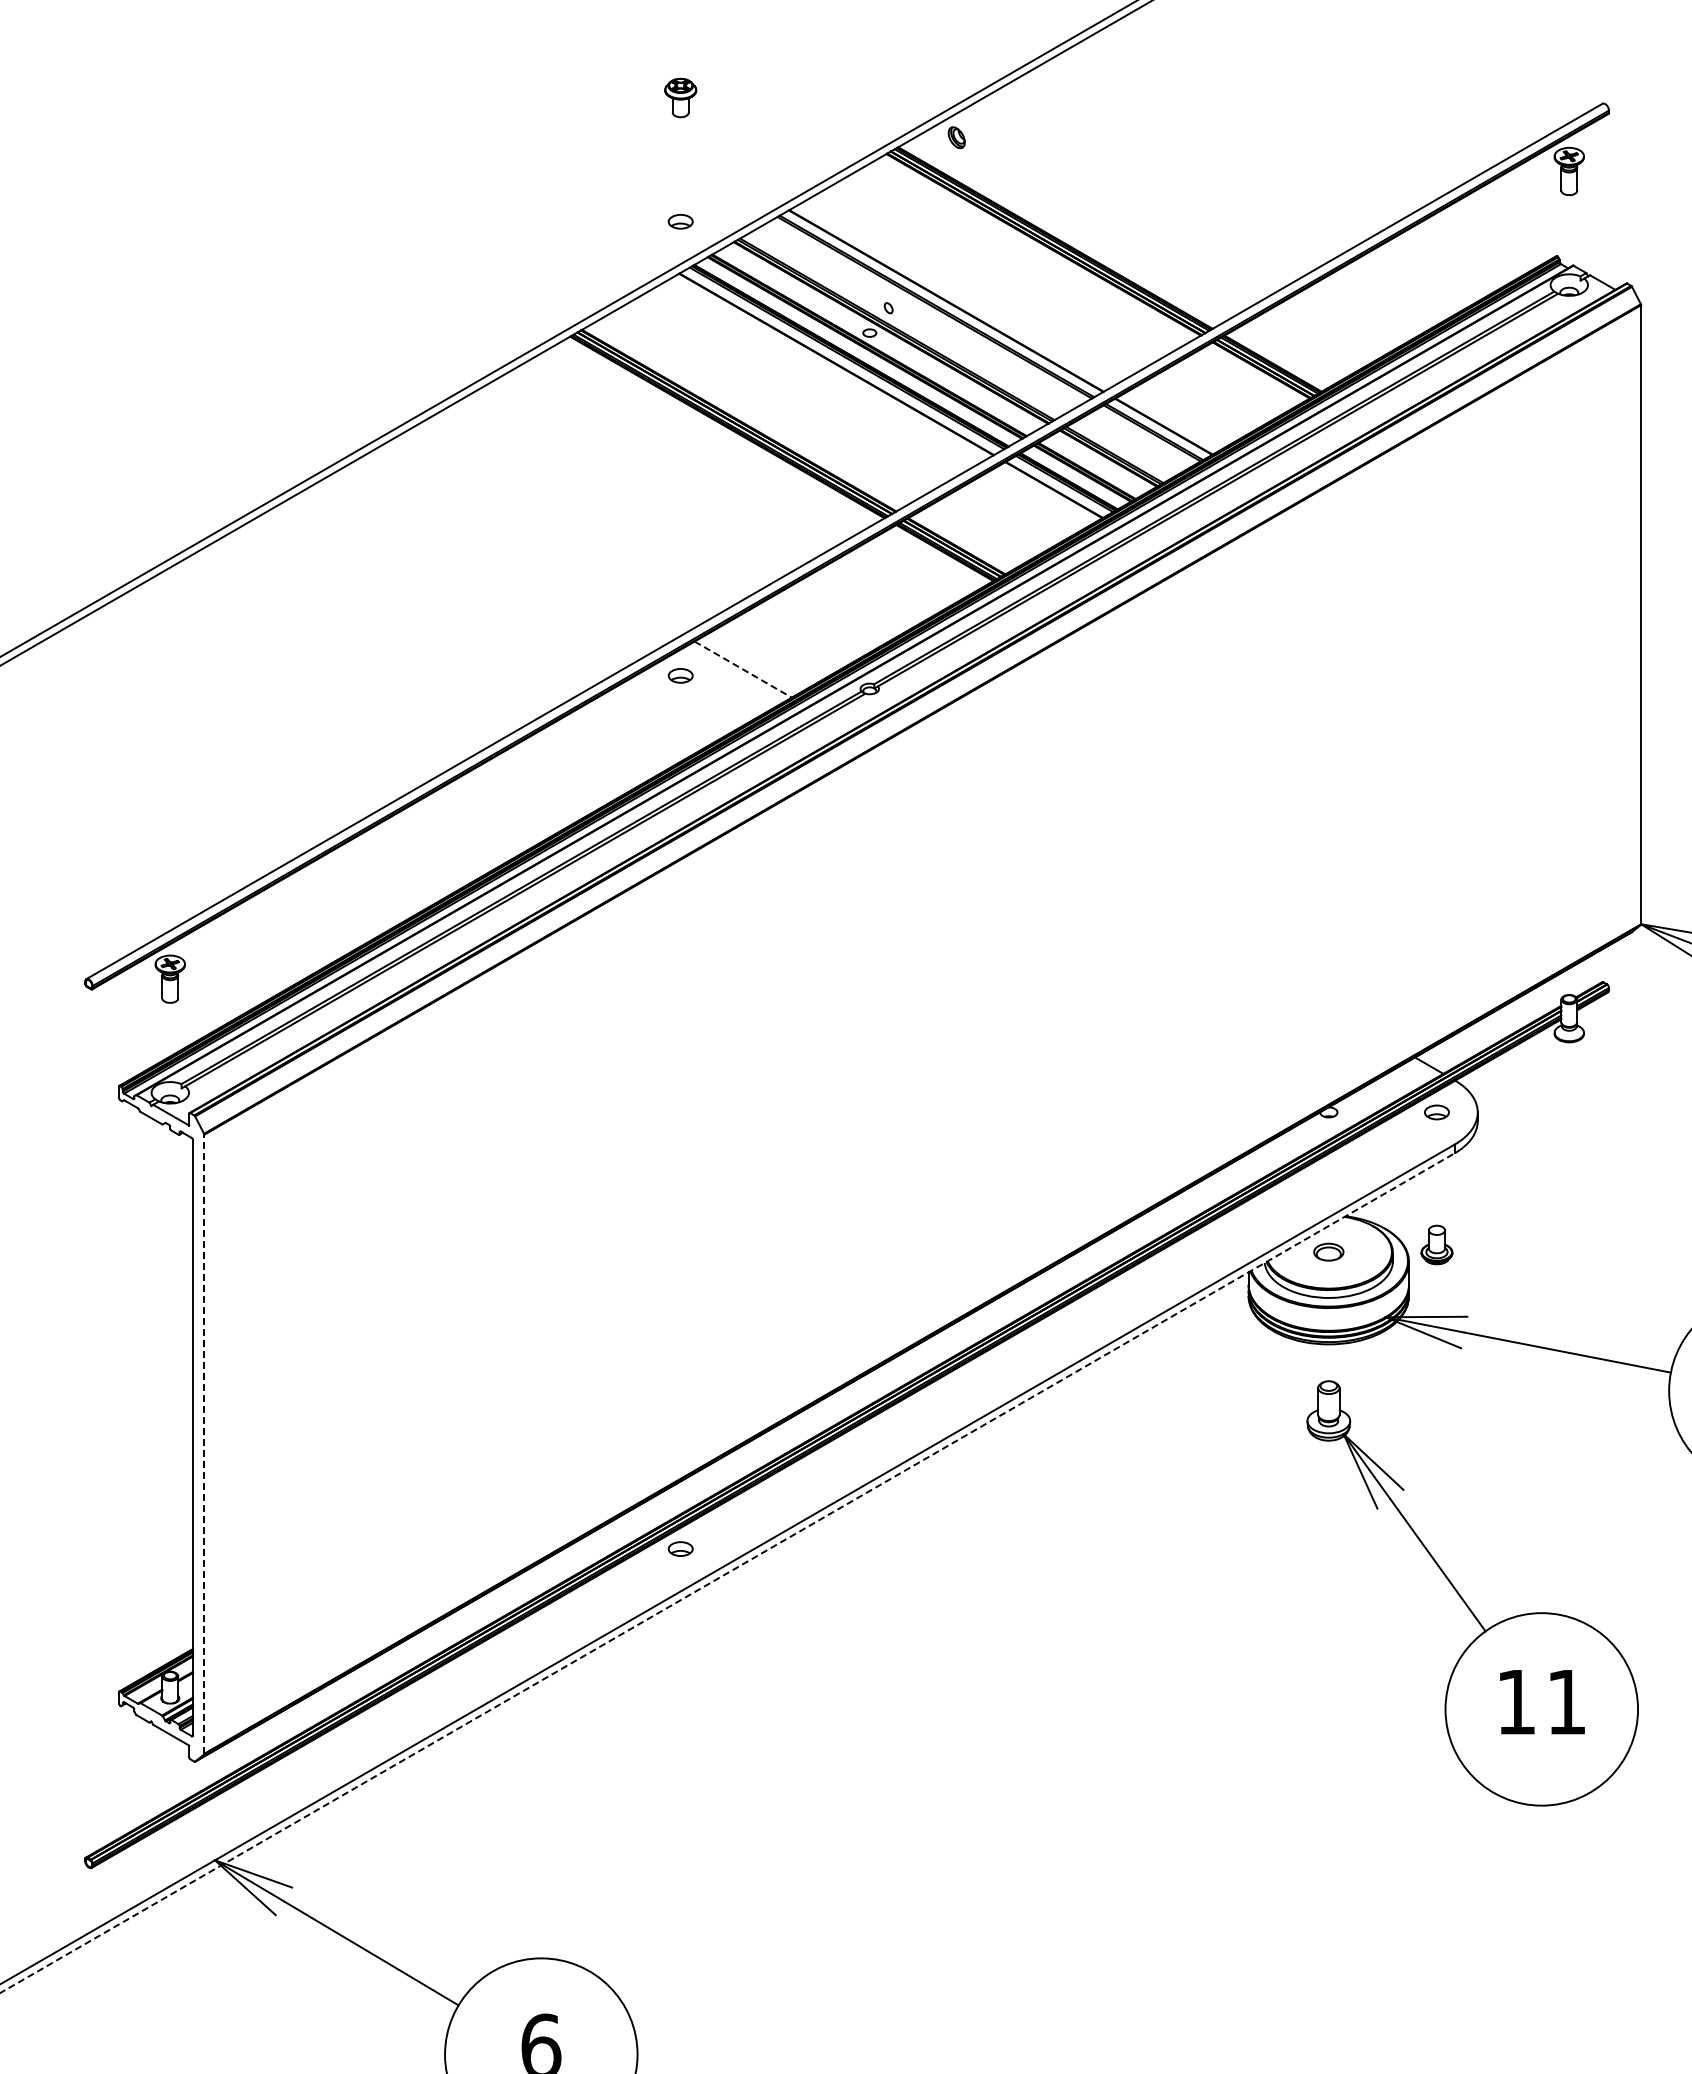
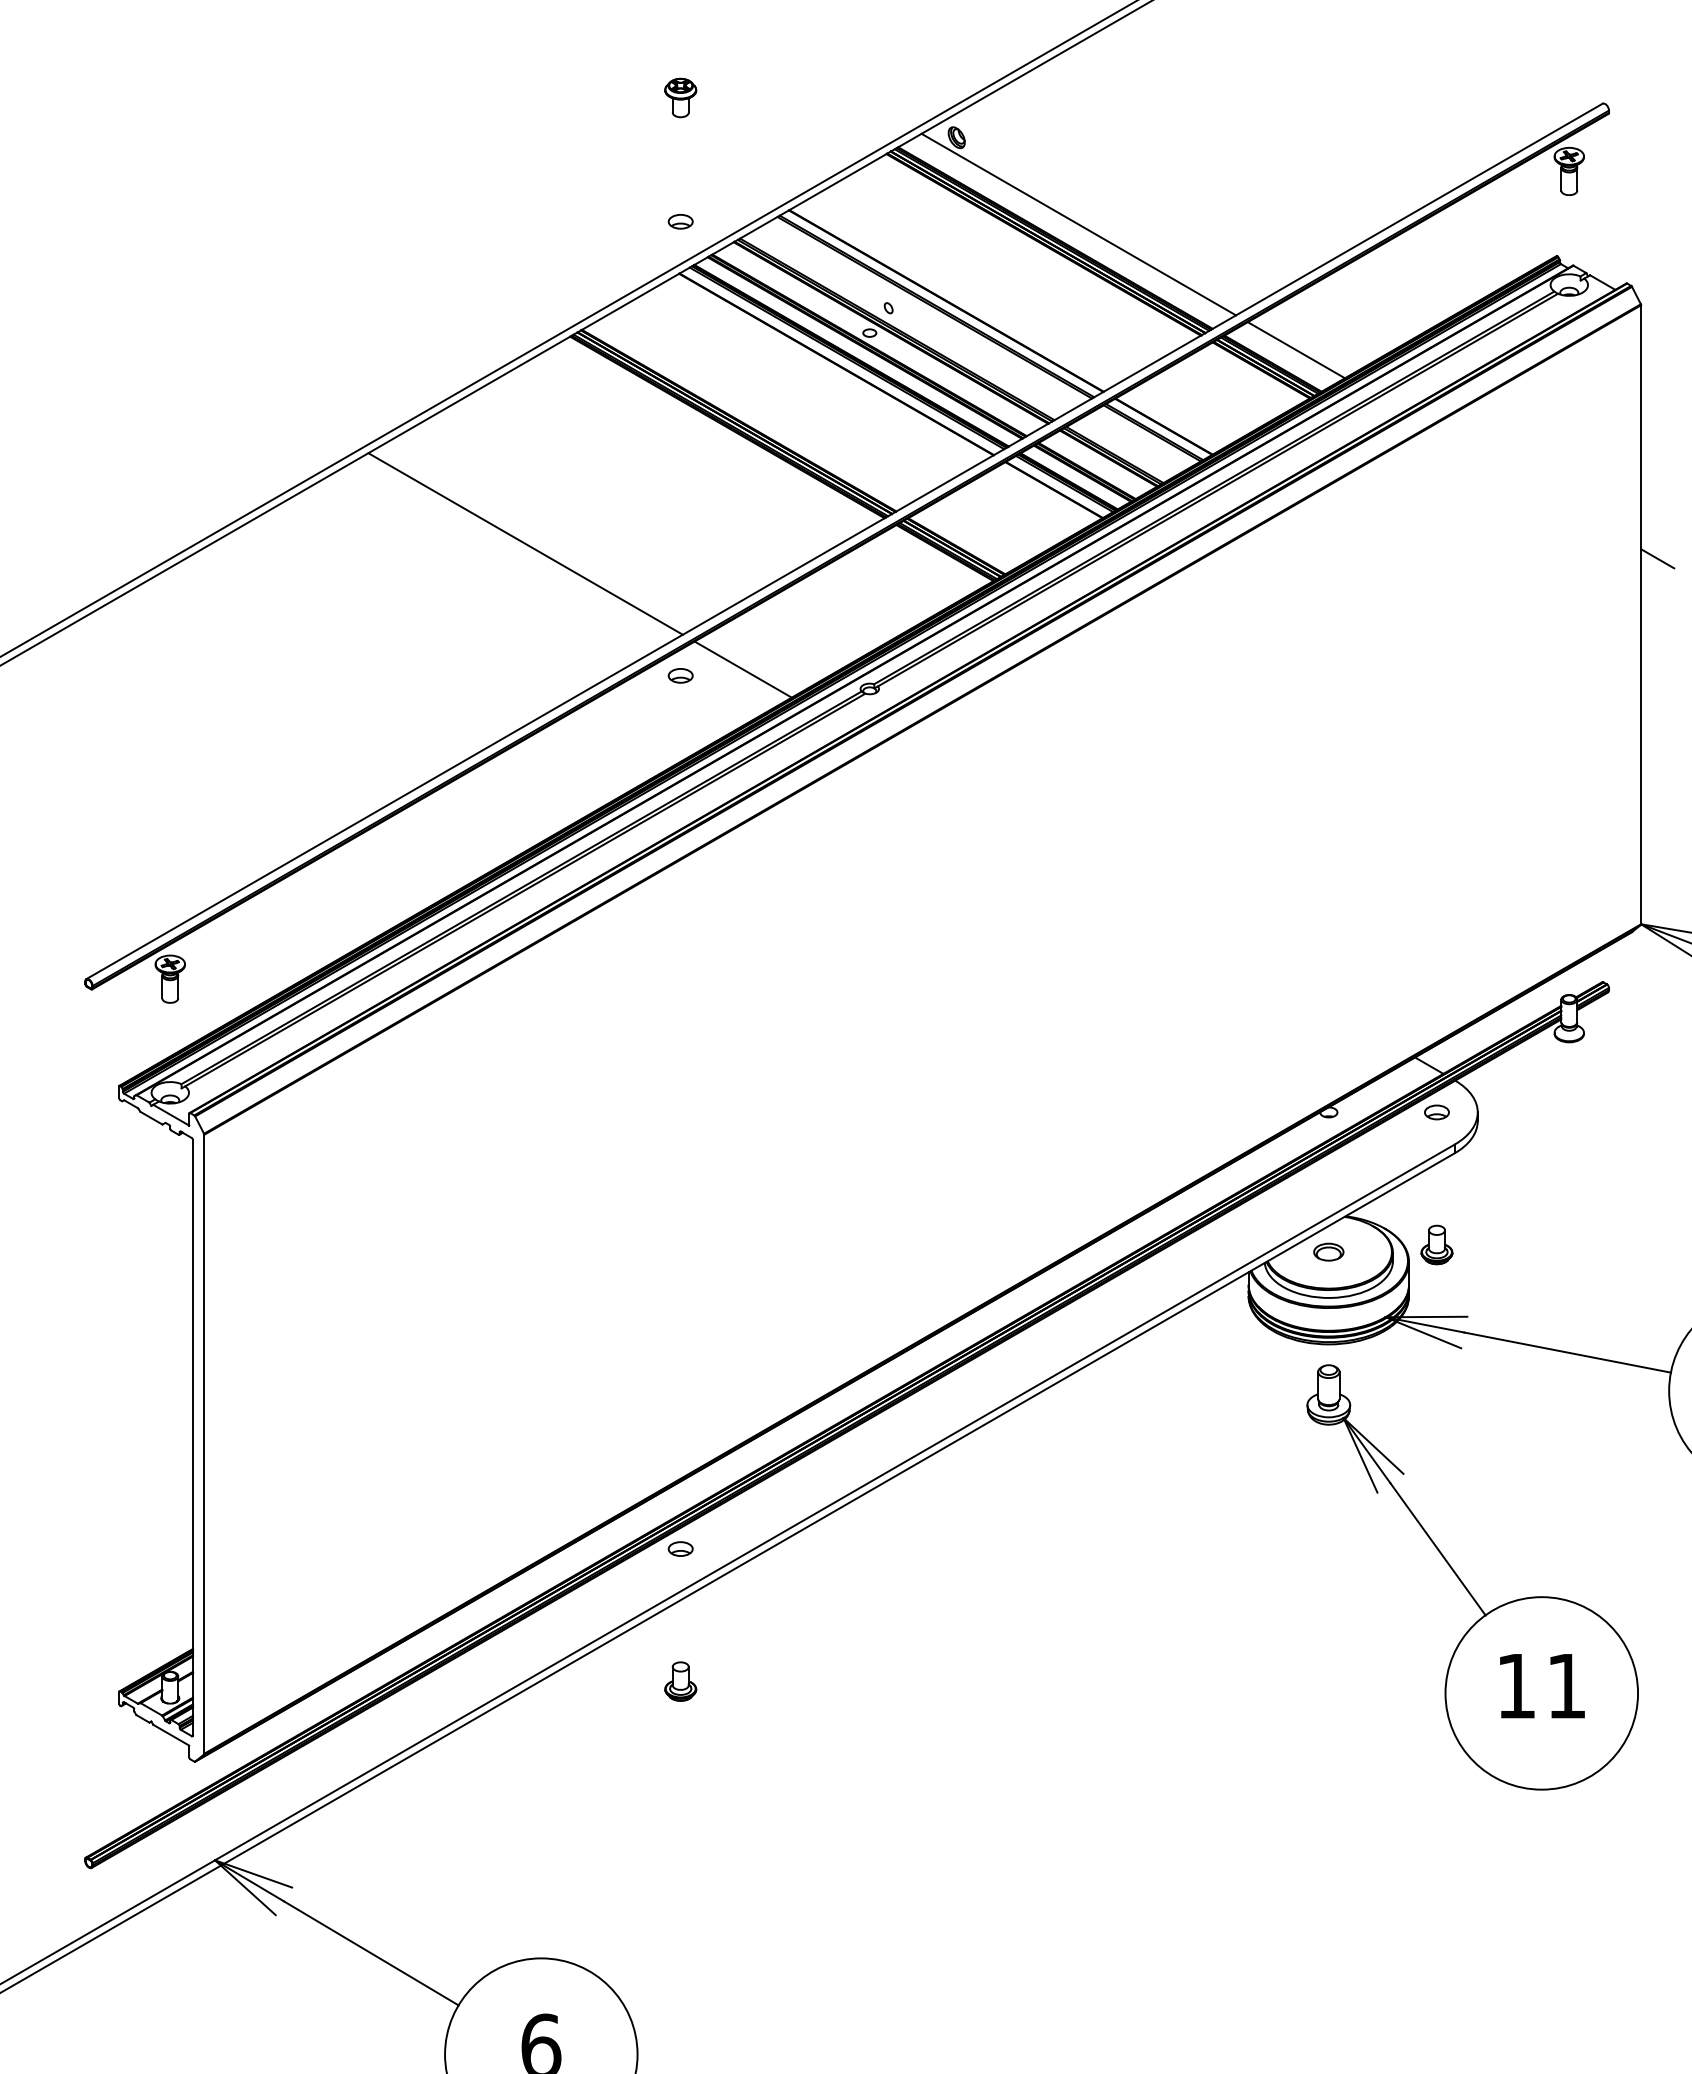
line at (1078, 224): none -> present
line at (1295, 350): none -> present
line at (525, 543): none -> present
line at (1657, 558): none -> present
line at (743, 669): dashed -> solid
line at (204, 1444): dashed -> solid
line at (727, 1573): dashed -> solid
part at (1463, 1598) position: (1463, 1598) -> (1463, 1582)
part at (680, 1681): none -> present
